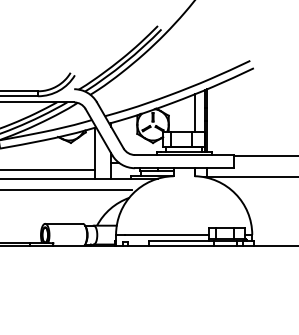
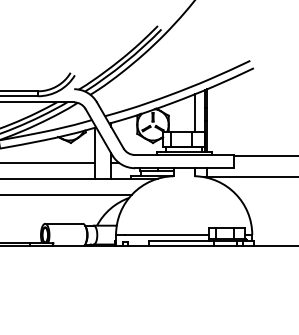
line at (48, 169) position: (48, 169) -> (48, 162)
line at (67, 189) position: (67, 189) -> (67, 194)
